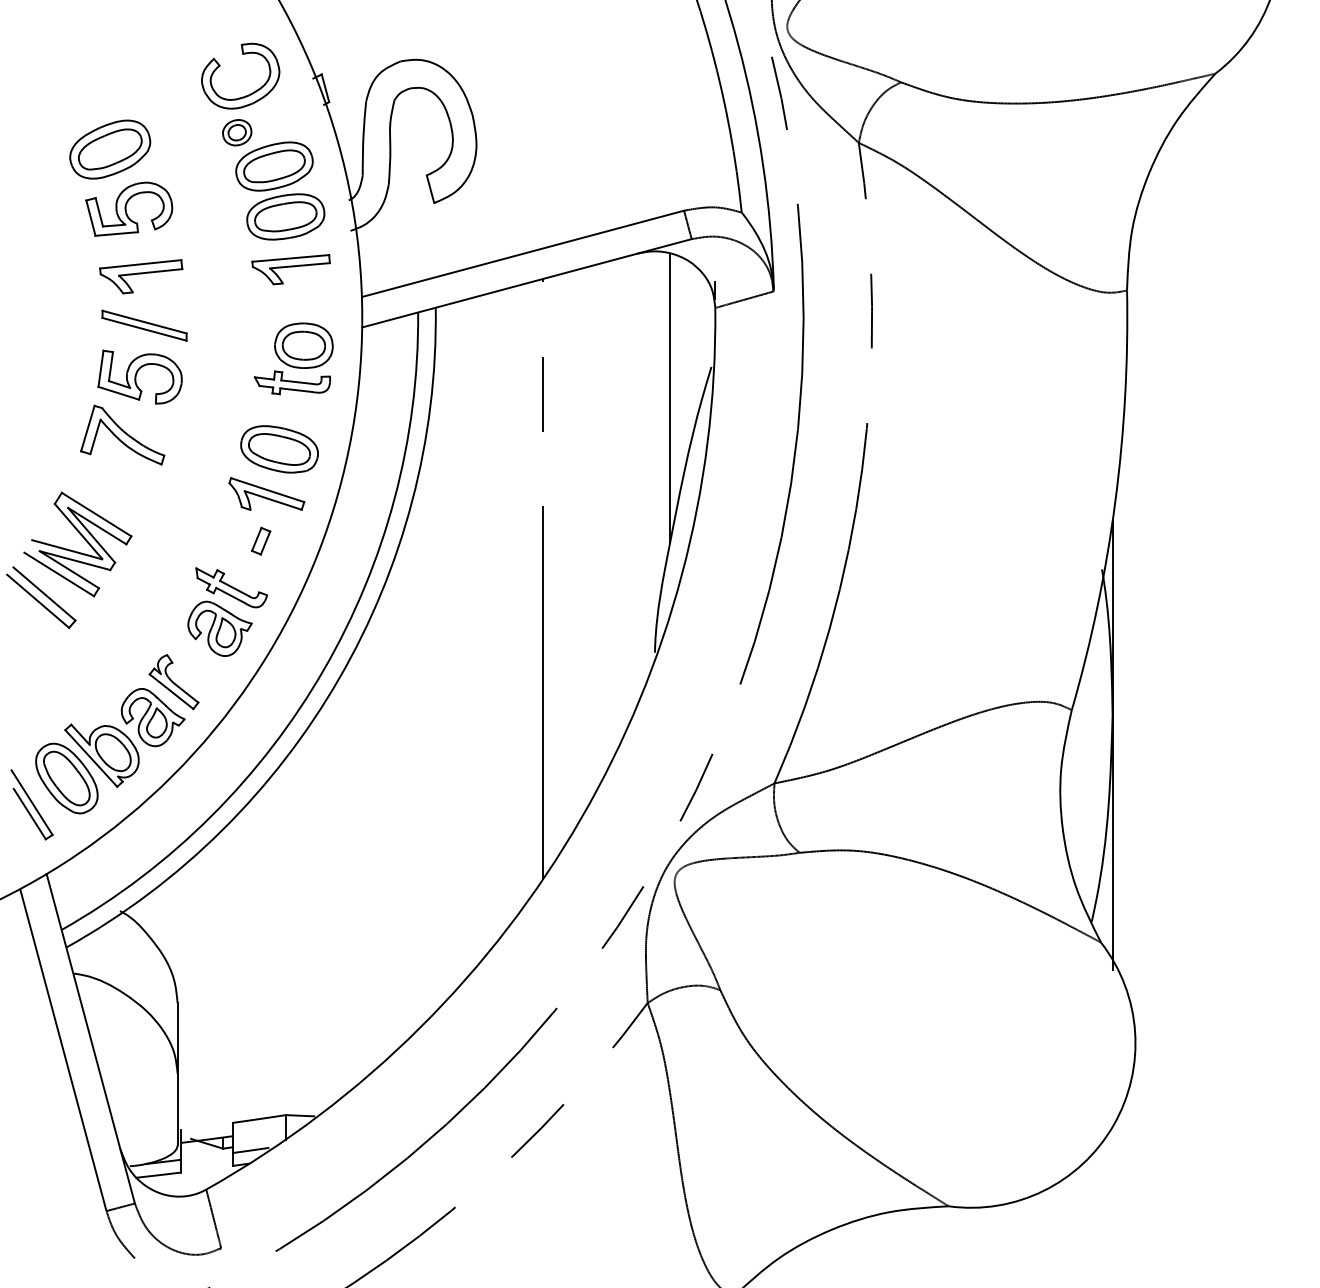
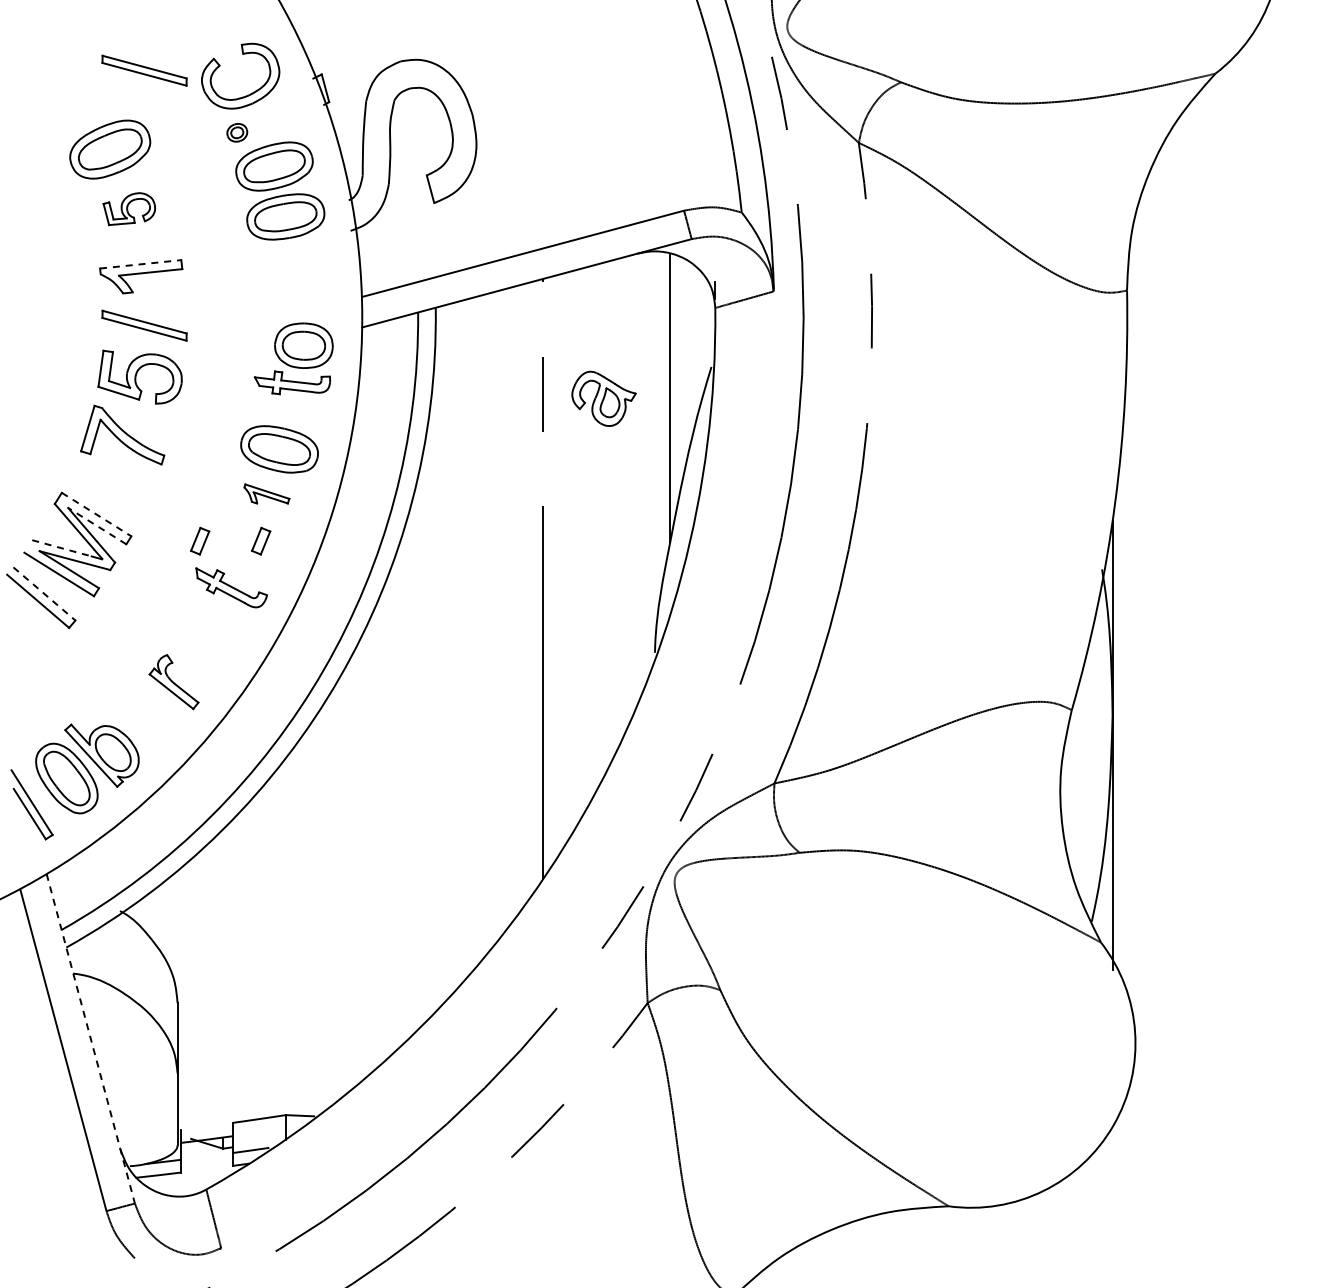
part at (144, 70): none -> present
part at (237, 132) size: 31x28 px -> 23x20 px
part at (129, 208) size: 89x56 px -> 54x35 px
line at (140, 264): solid -> dashed
part at (290, 269): present -> none
part at (266, 493) size: 78x34 px -> 48x22 px
line at (97, 514): solid -> dashed
line at (96, 525): solid -> dashed
part at (200, 540): none -> present
line at (61, 548): solid -> dashed
line at (44, 593): solid -> dashed
part at (219, 628) position: (219, 628) -> (603, 398)
part at (152, 717): present -> none
line at (90, 1038): solid -> dashed
